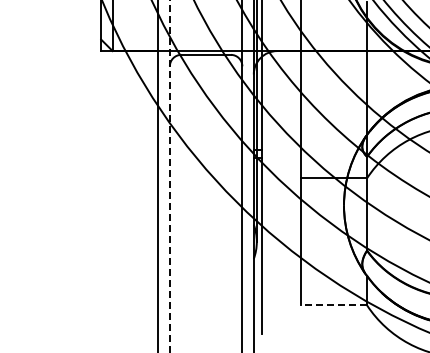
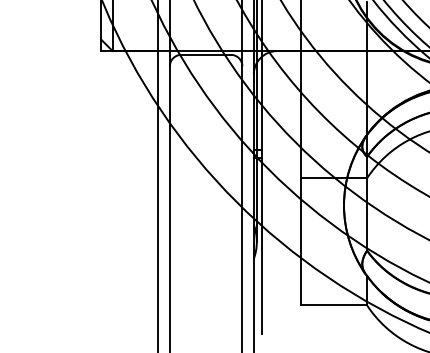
line at (169, 176): dashed -> solid
line at (333, 305): dashed -> solid
